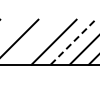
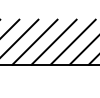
line at (10, 27): none -> present
line at (34, 41): none -> present
line at (73, 42): dashed -> solid
